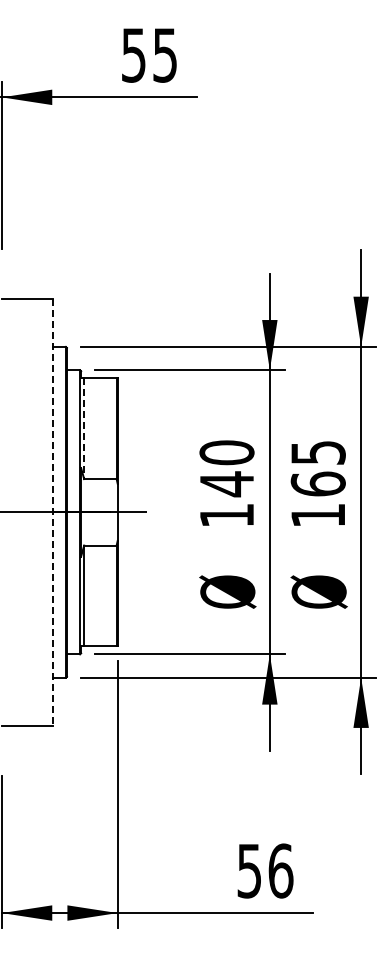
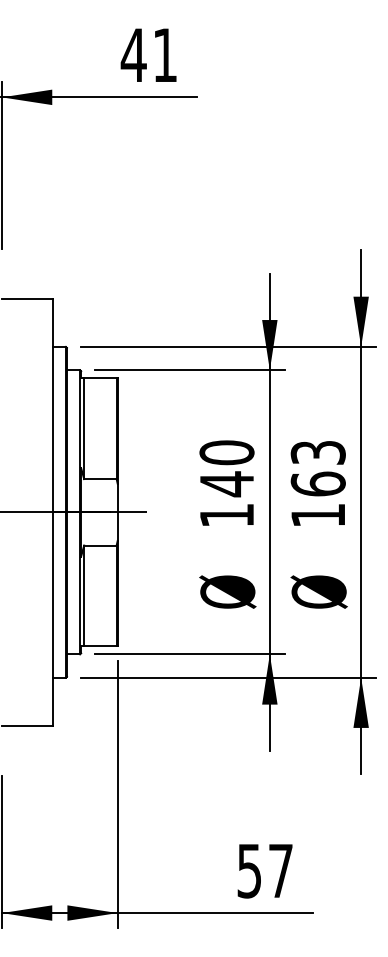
text at (148, 55): 55 -> 41
line at (84, 429): dashed -> solid
text at (317, 452): 165 -> 163
line at (52, 512): dashed -> solid
text at (280, 870): 56 -> 57
